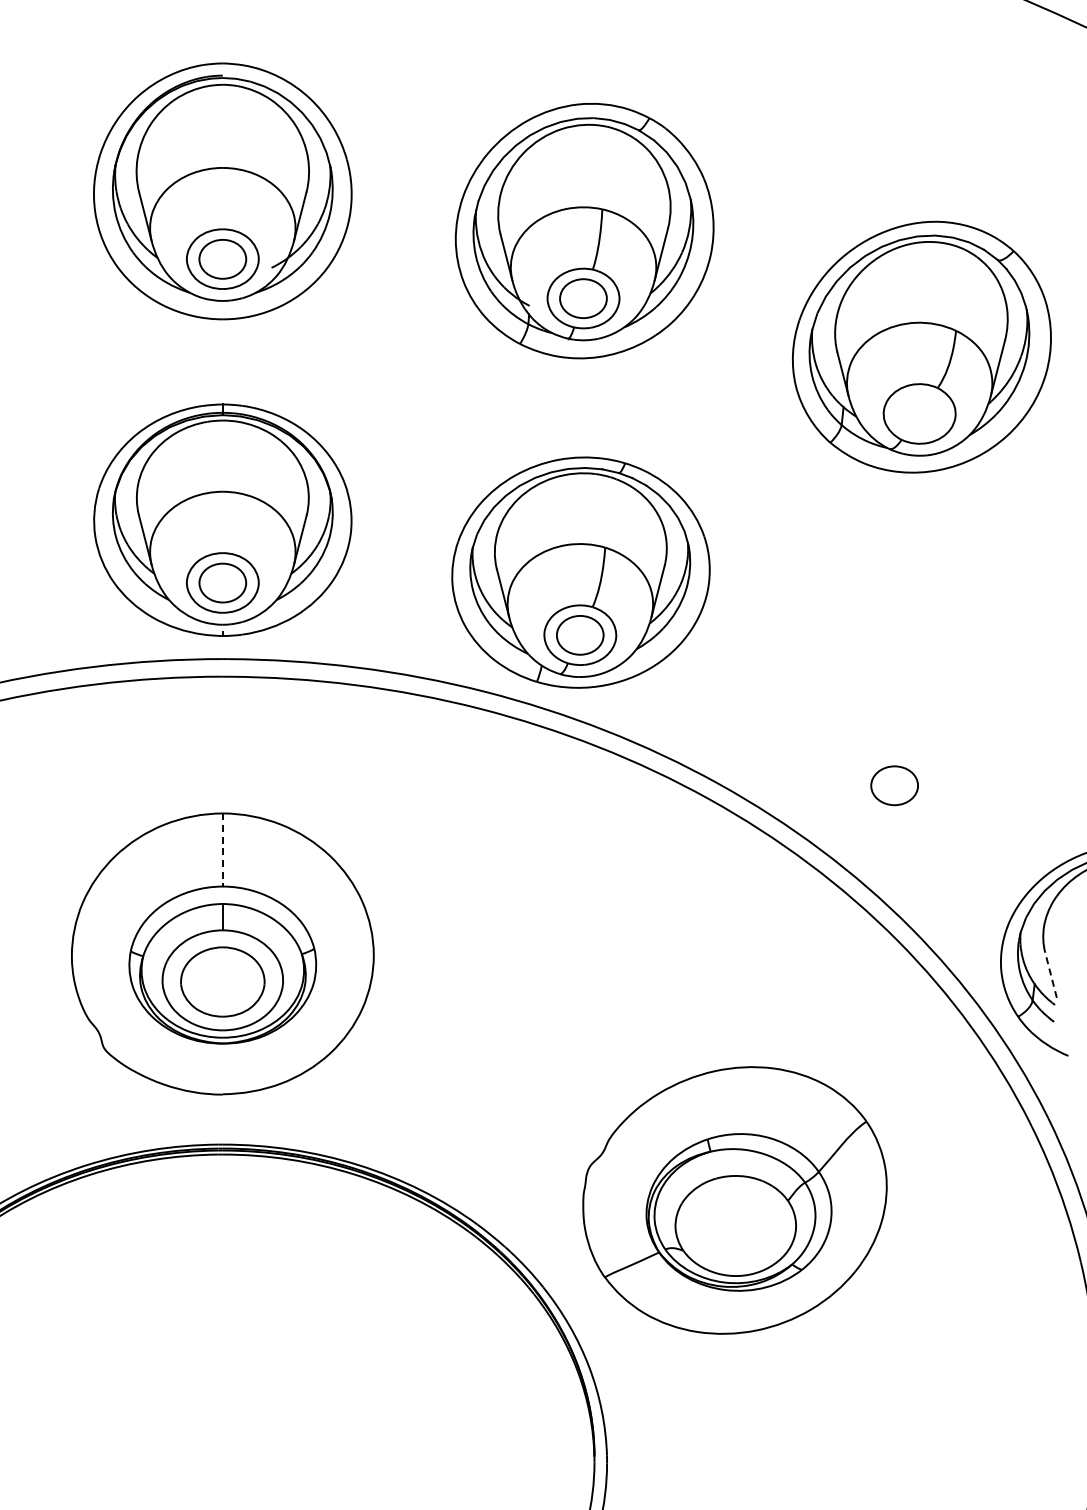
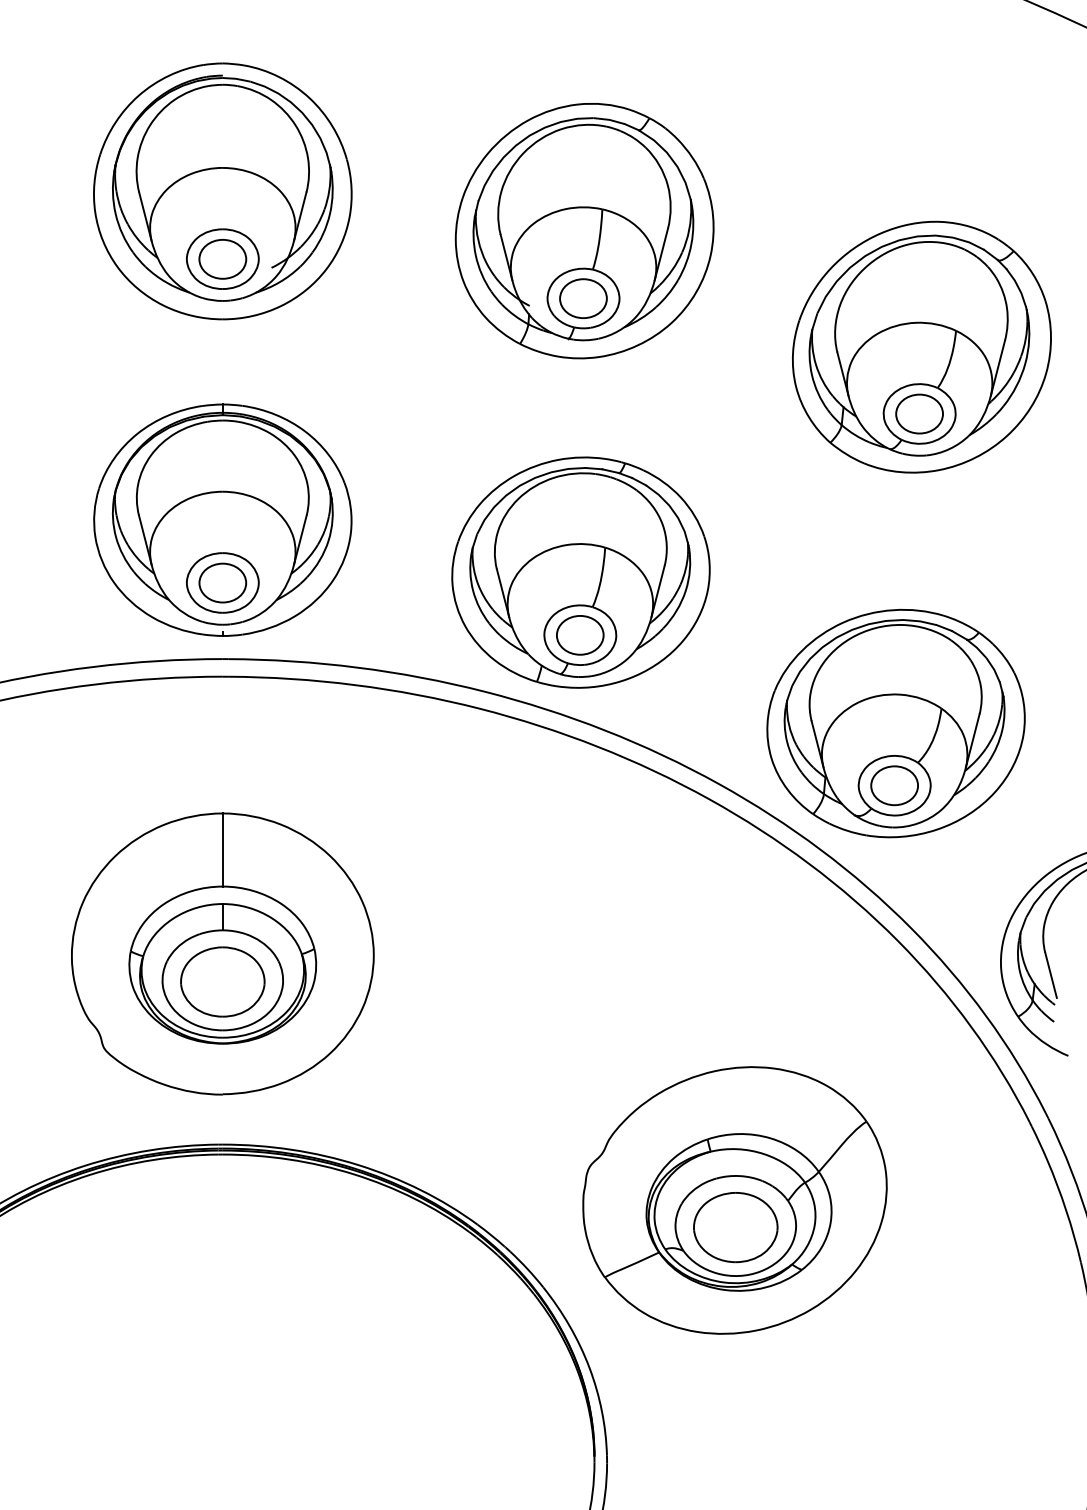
part at (919, 413): none -> present
part at (895, 723): none -> present
line at (222, 850): dashed -> solid
line at (1050, 974): dashed -> solid
part at (735, 1227): none -> present
